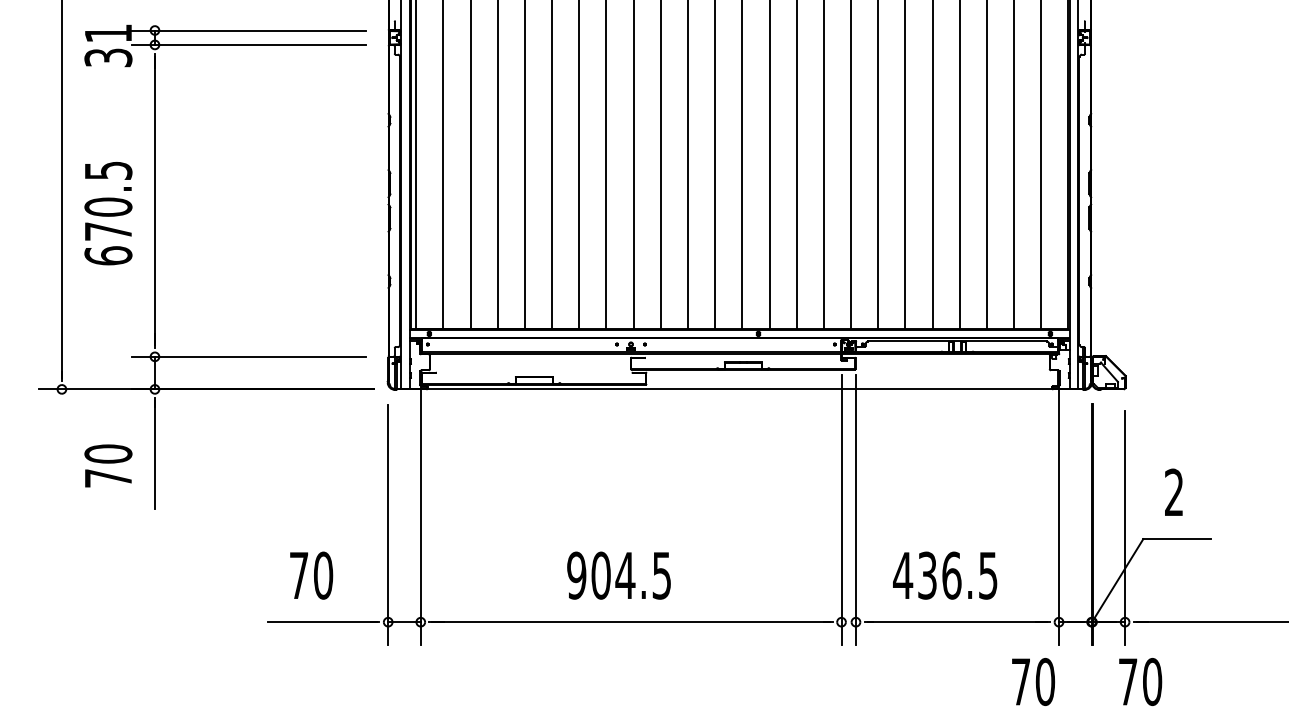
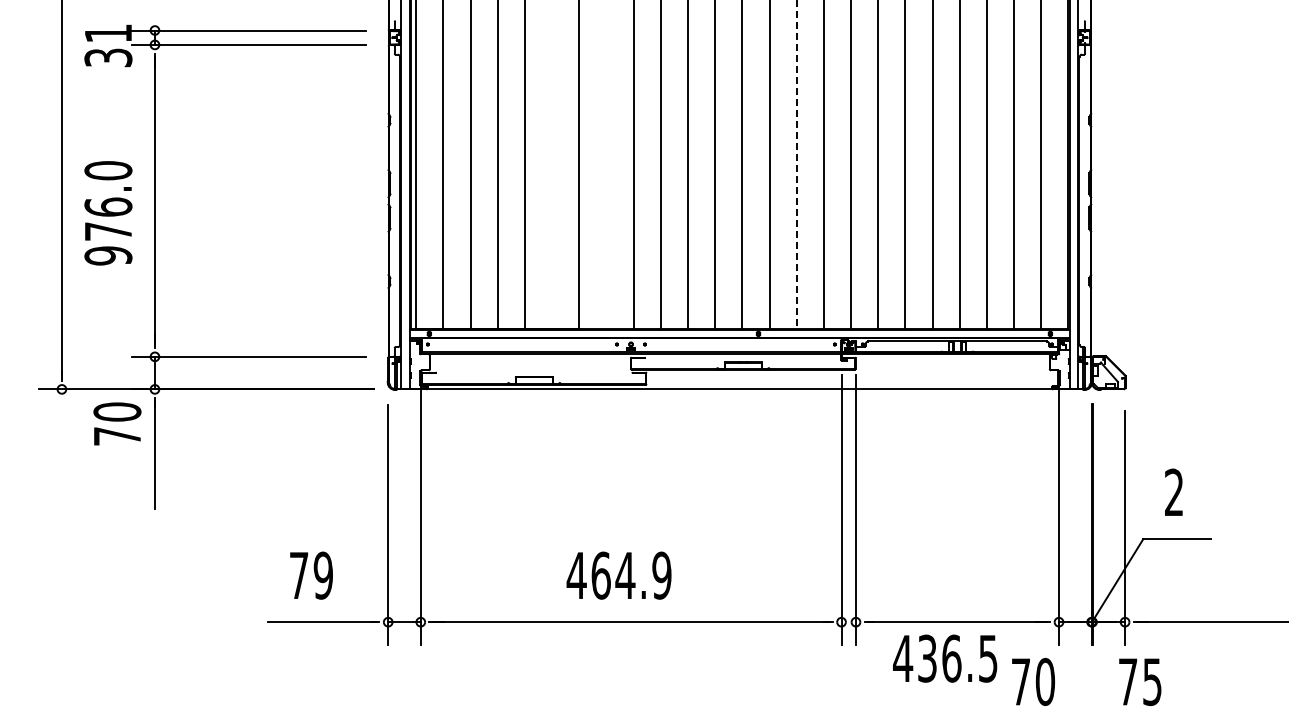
line at (552, 165): present -> none
line at (606, 165): present -> none
line at (796, 165): solid -> dashed
text at (108, 213): 670.5 -> 976.0
text at (108, 465) position: (108, 465) -> (117, 423)
text at (323, 575): 70 -> 79
text at (618, 575): 904.5 -> 464.9
text at (945, 575) position: (945, 575) -> (945, 658)
text at (1152, 681): 70 -> 75
